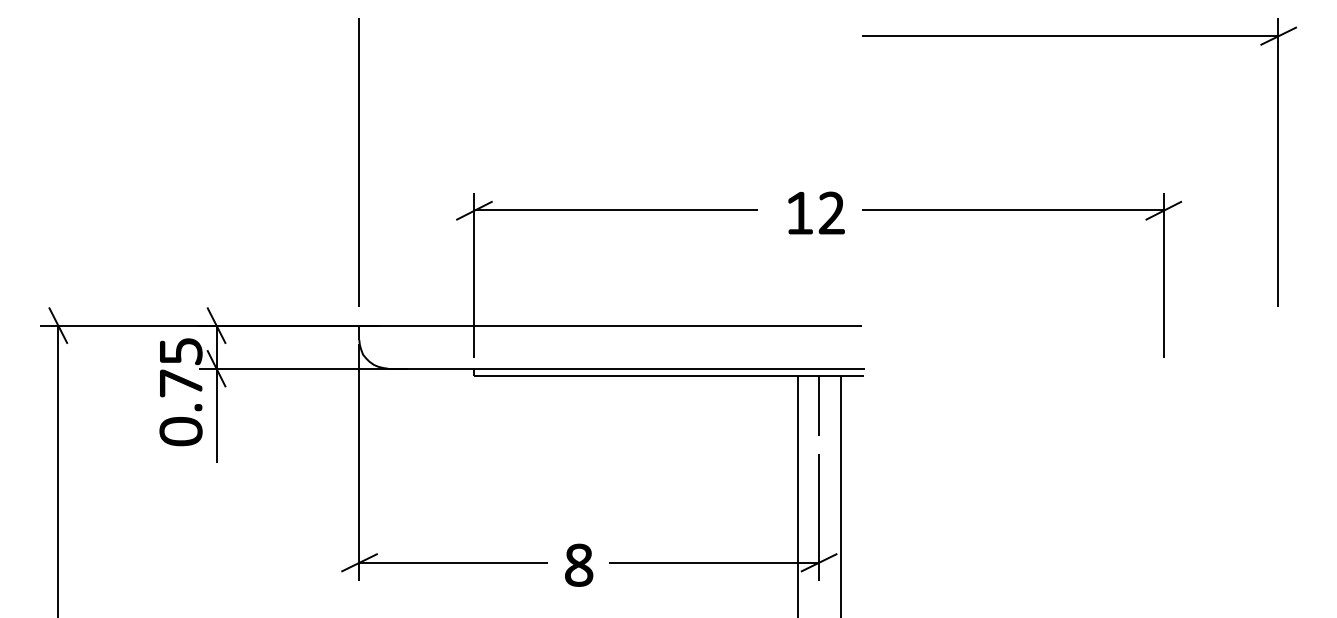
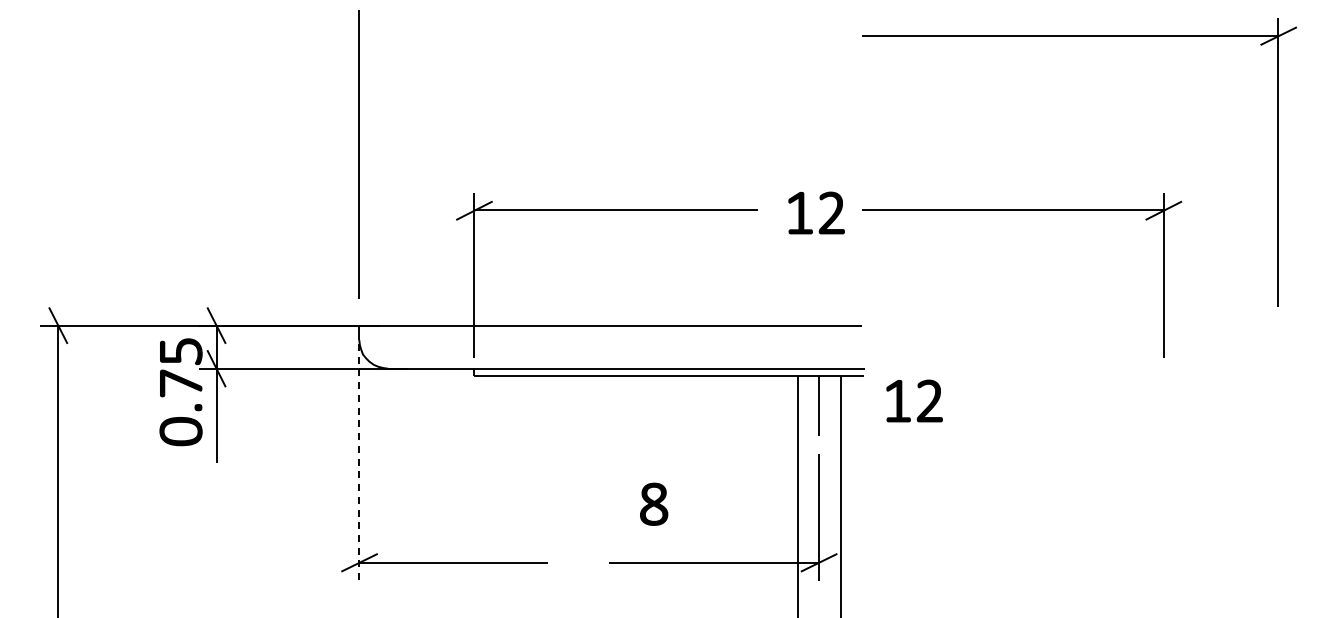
line at (358, 162) position: (358, 162) -> (358, 154)
part at (902, 400): none -> present
line at (359, 462): solid -> dashed
part at (579, 564) position: (579, 564) -> (654, 503)
